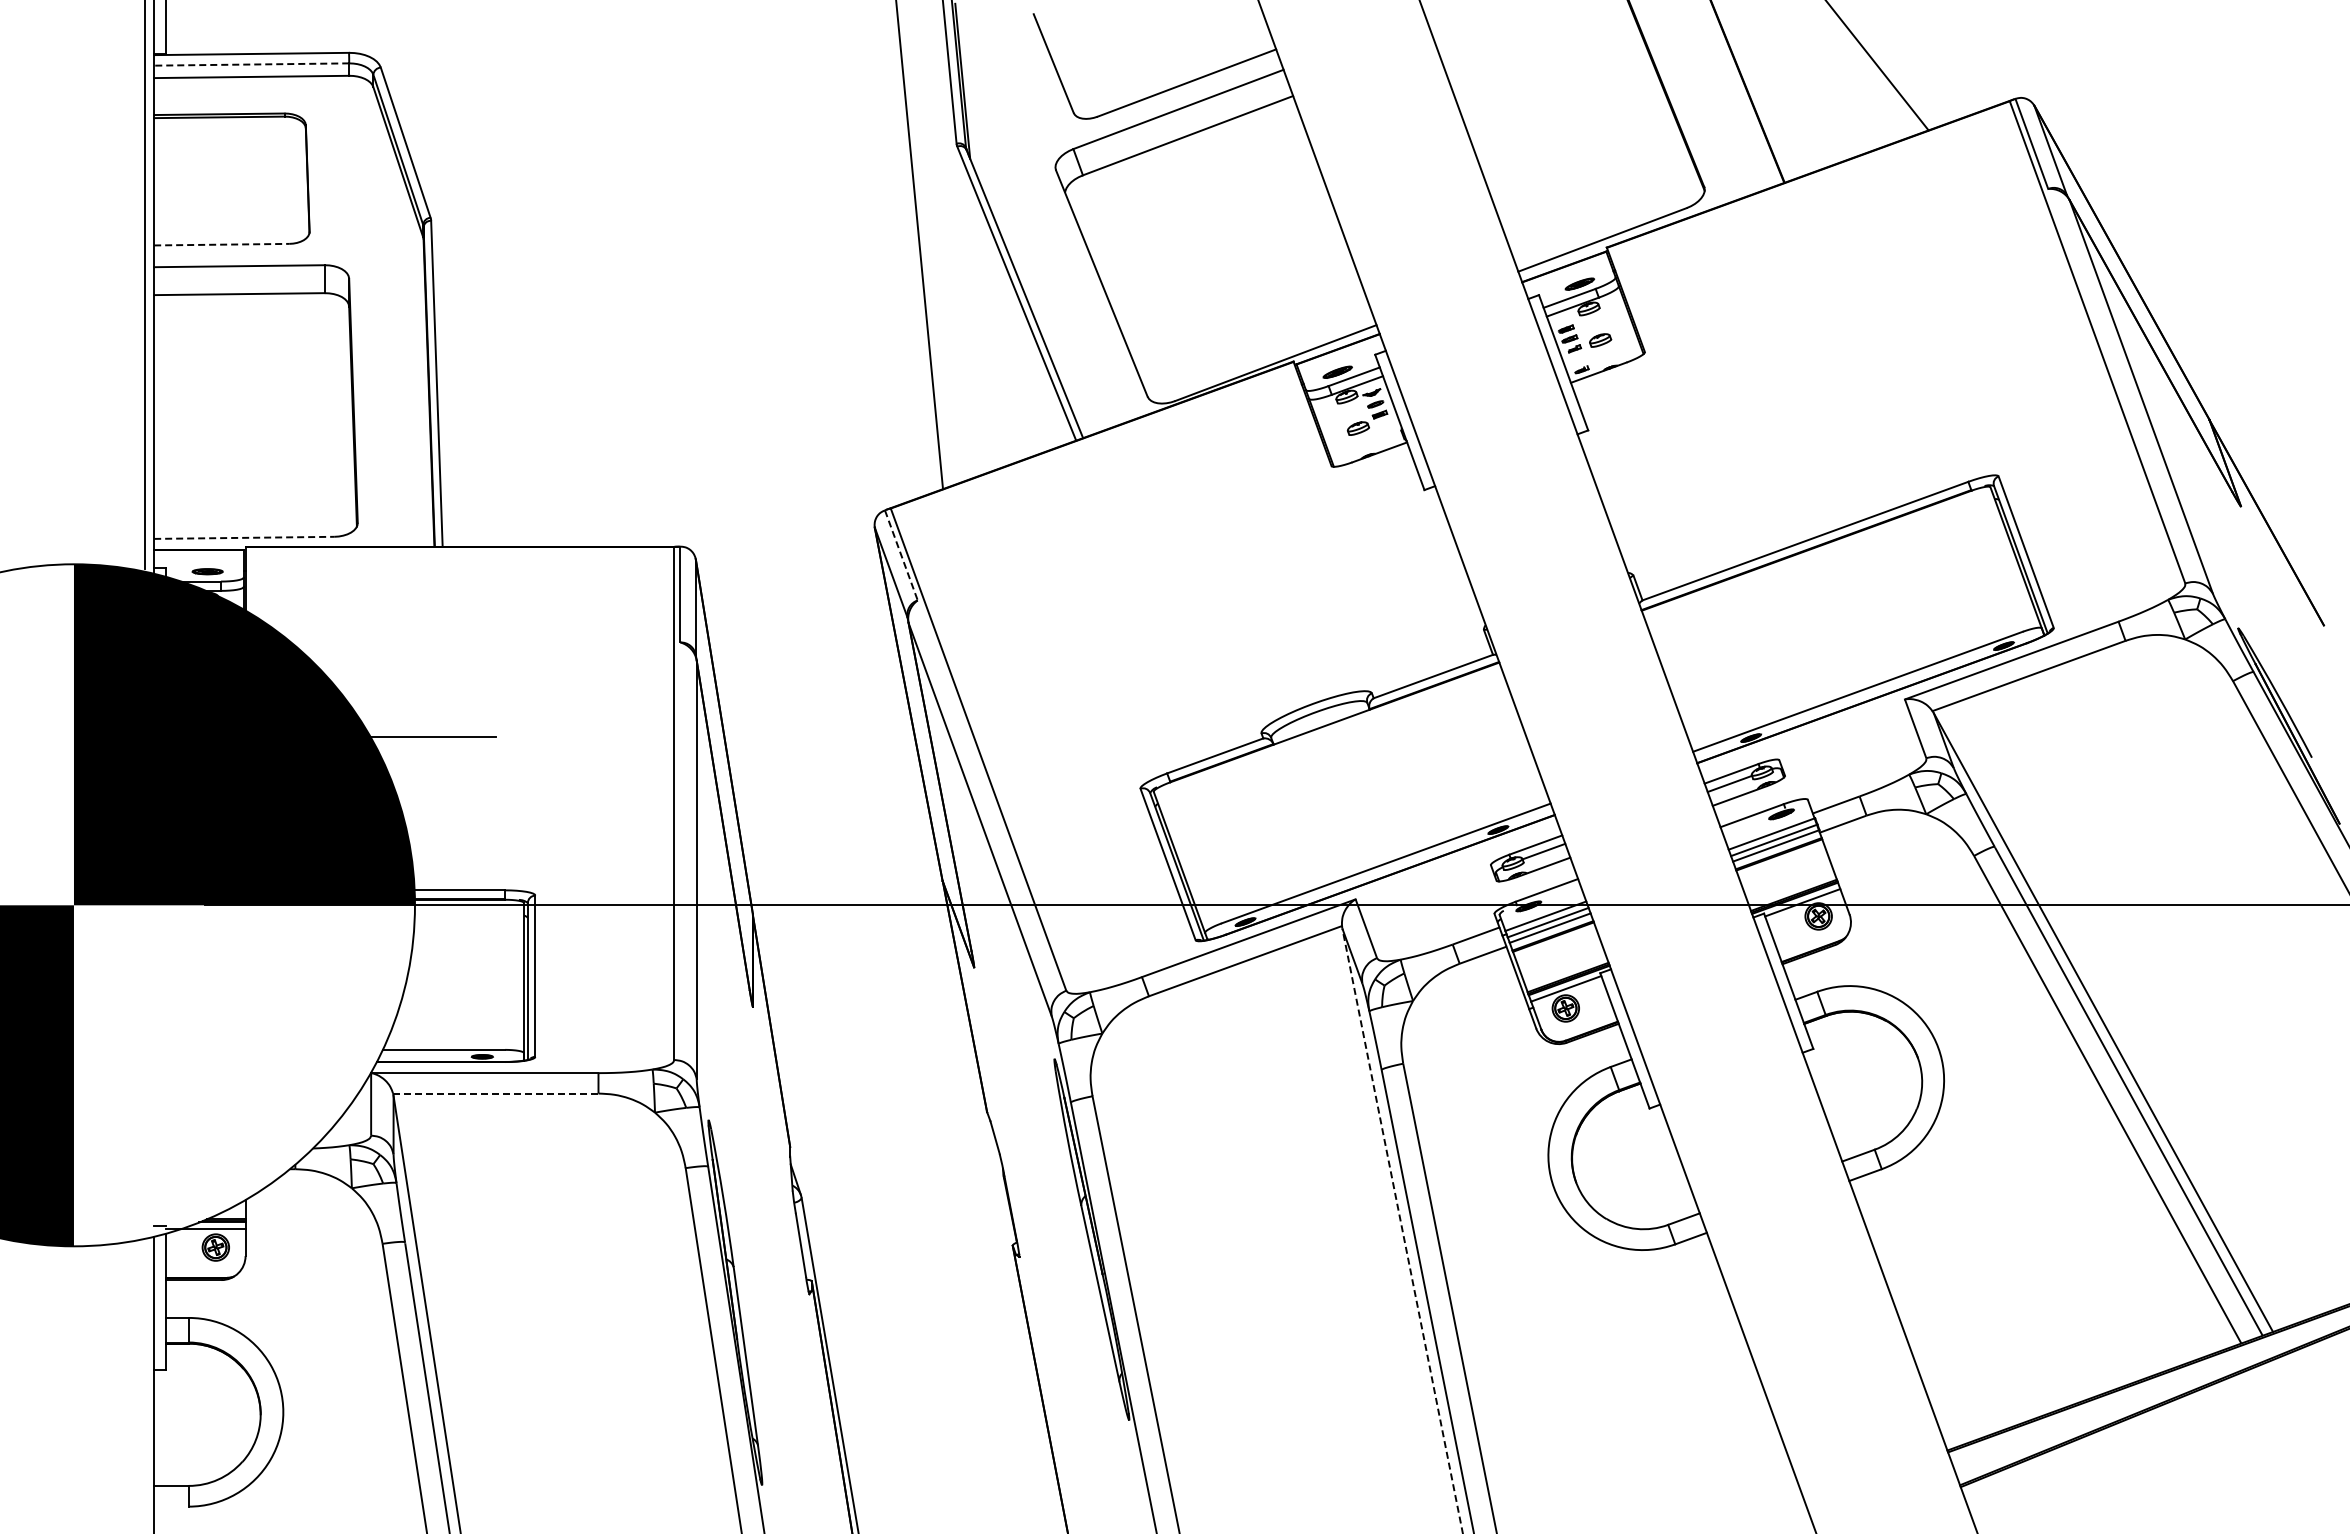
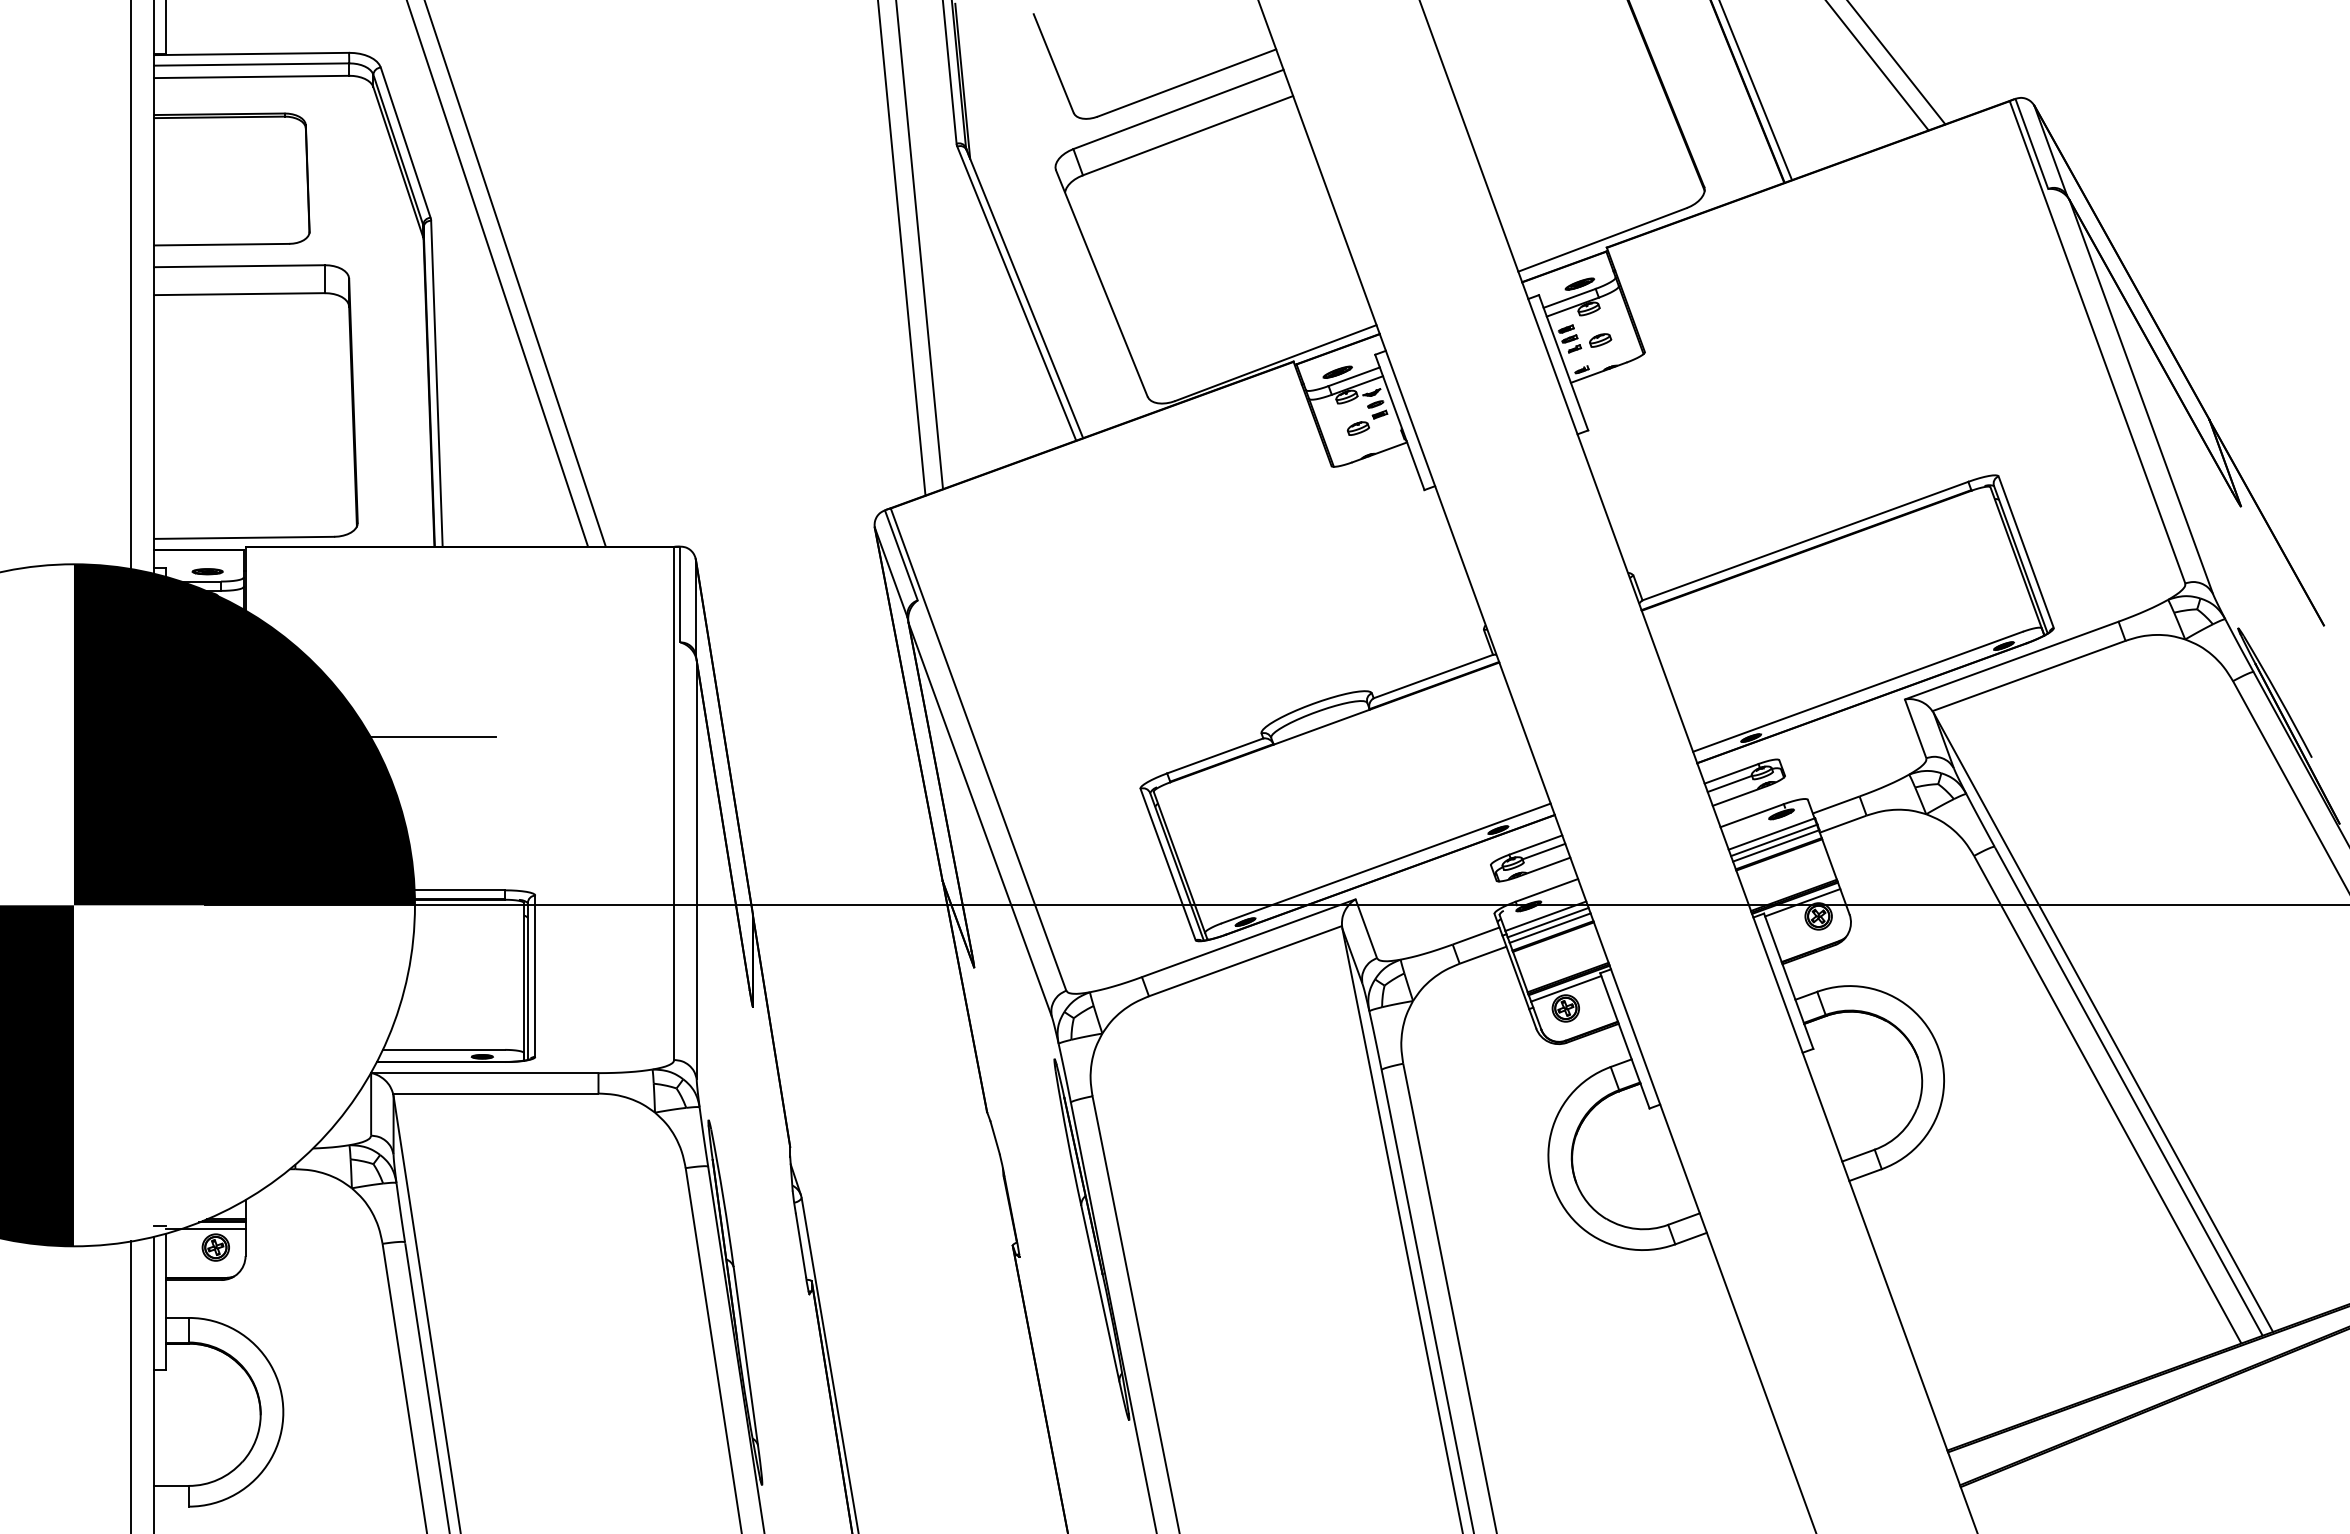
line at (1897, 63): none -> present
line at (251, 64): dashed -> solid
line at (1756, 91): none -> present
line at (221, 244): dashed -> solid
line at (901, 248): none -> present
line at (497, 274): none -> present
line at (515, 274): none -> present
line at (145, 285) position: (145, 285) -> (131, 285)
line at (244, 537): dashed -> solid
line at (901, 555): dashed -> solid
line at (495, 1093): dashed -> solid
line at (1402, 1230): dashed -> solid
line at (131, 1385): none -> present
